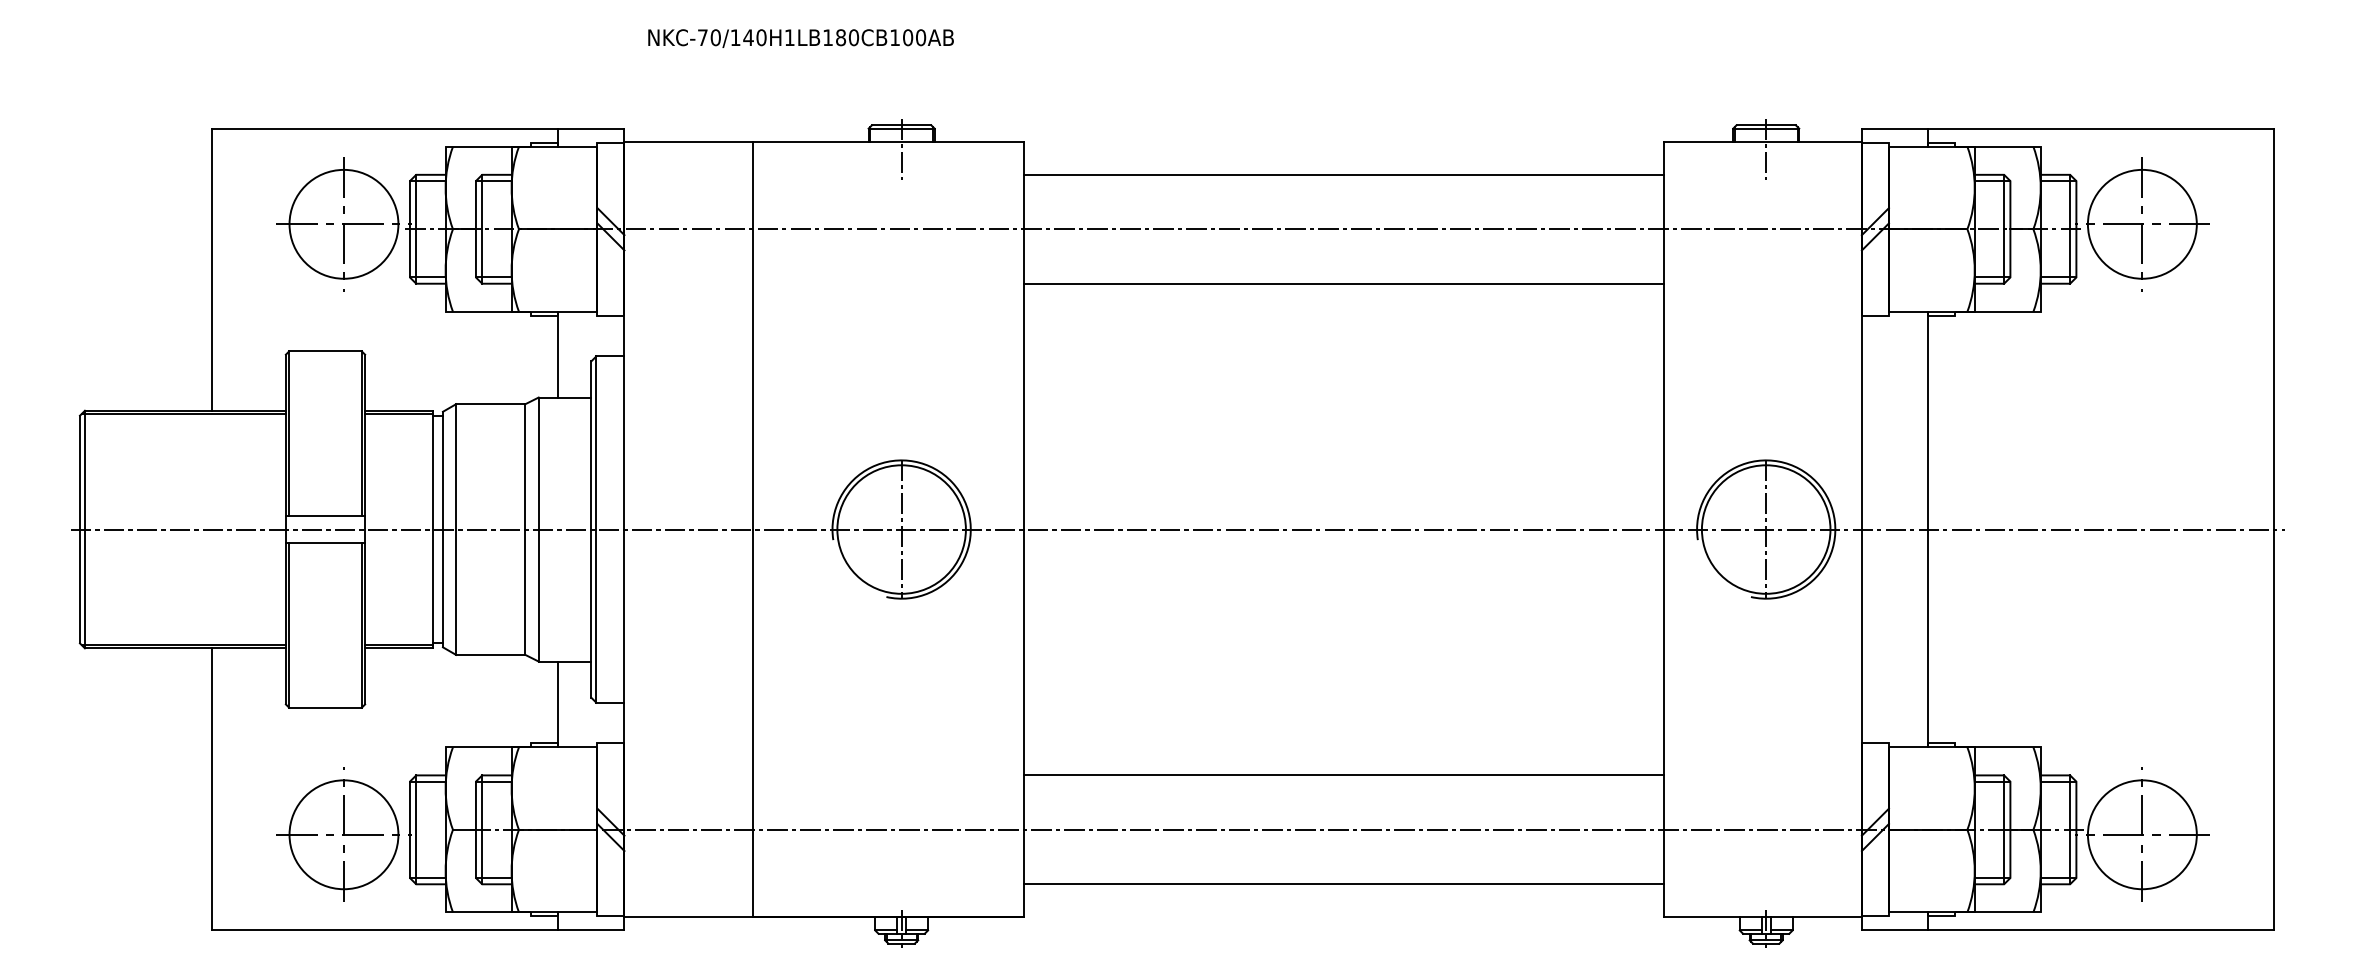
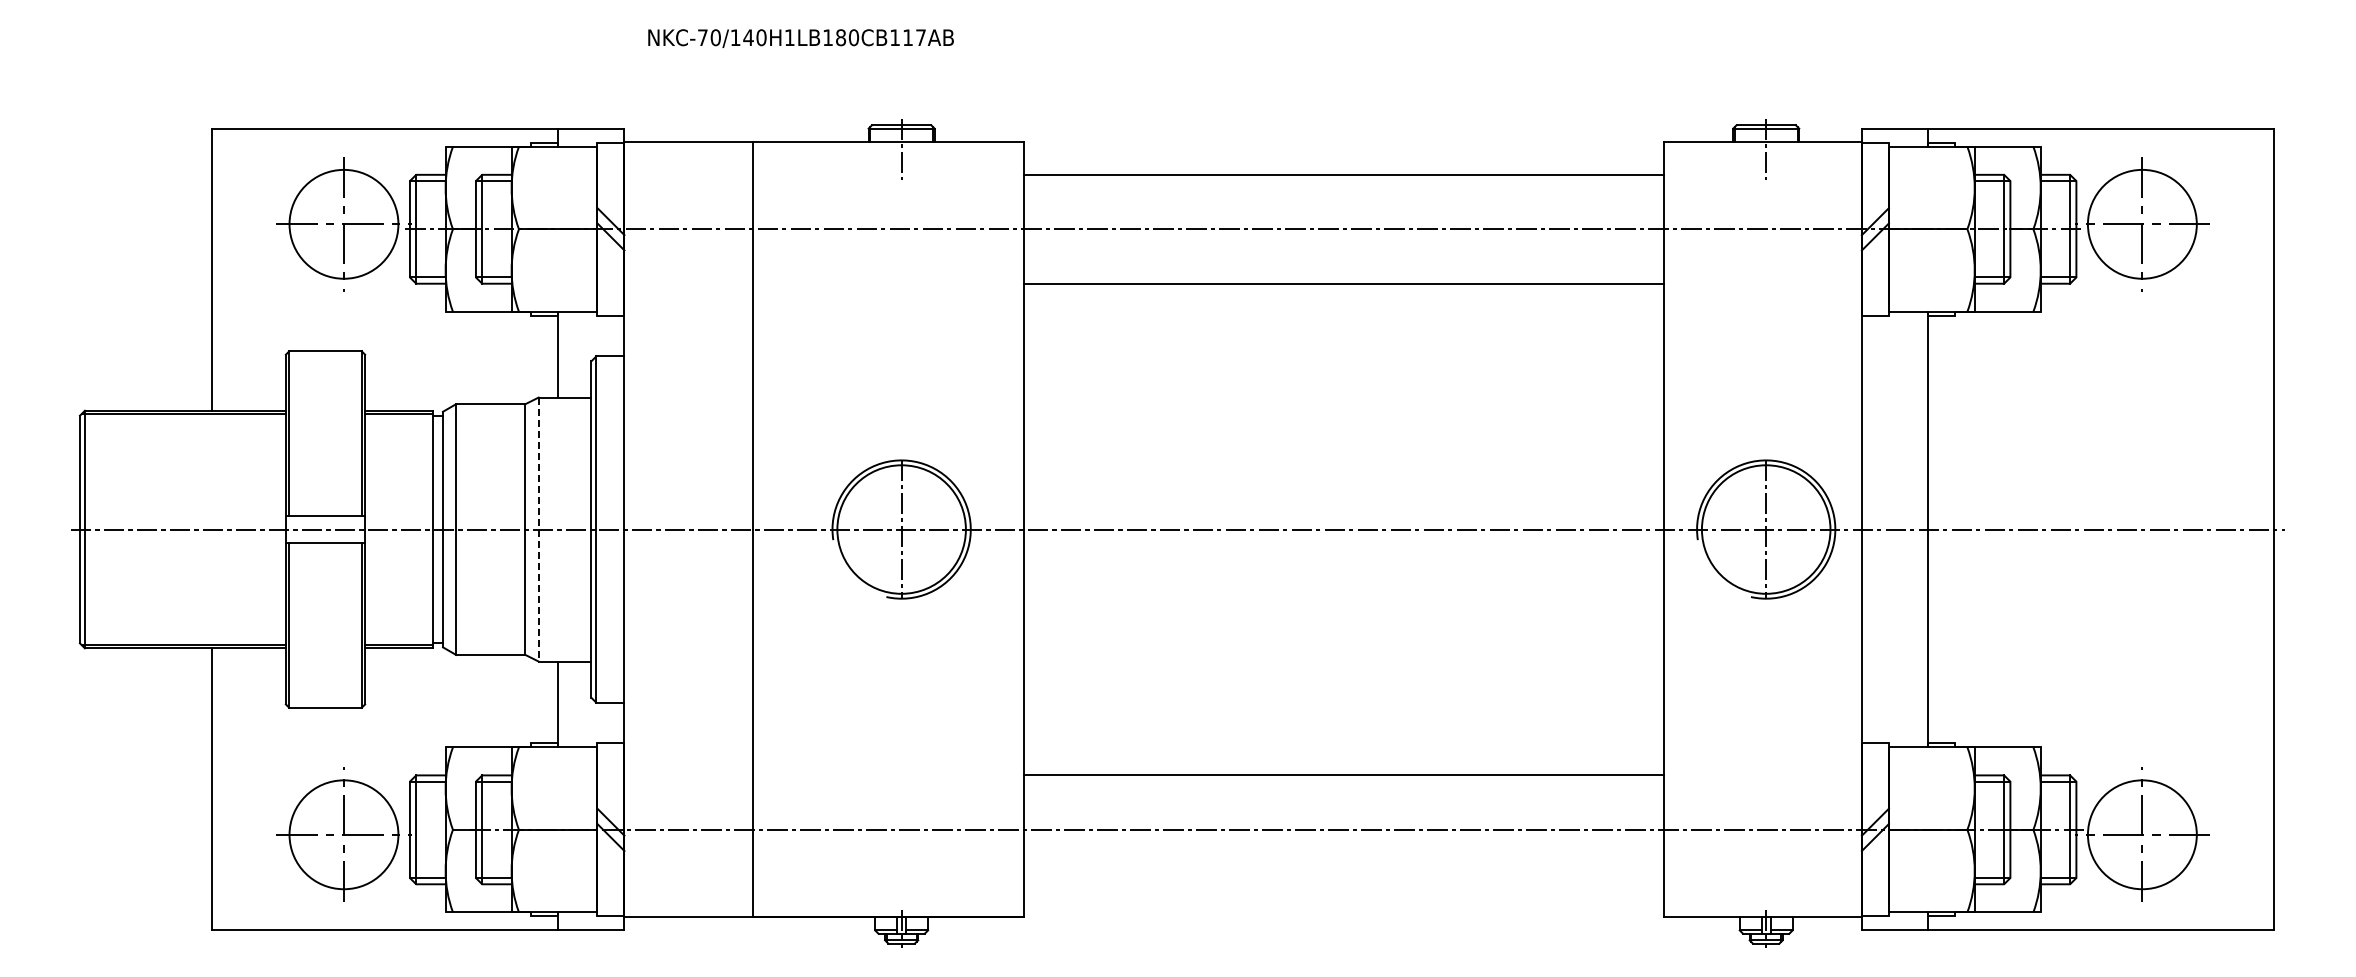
text at (914, 37): NKC-70/140H1LB180CB100AB -> NKC-70/140H1LB180CB117AB
line at (538, 529): solid -> dashed
line at (1343, 884): present -> none
